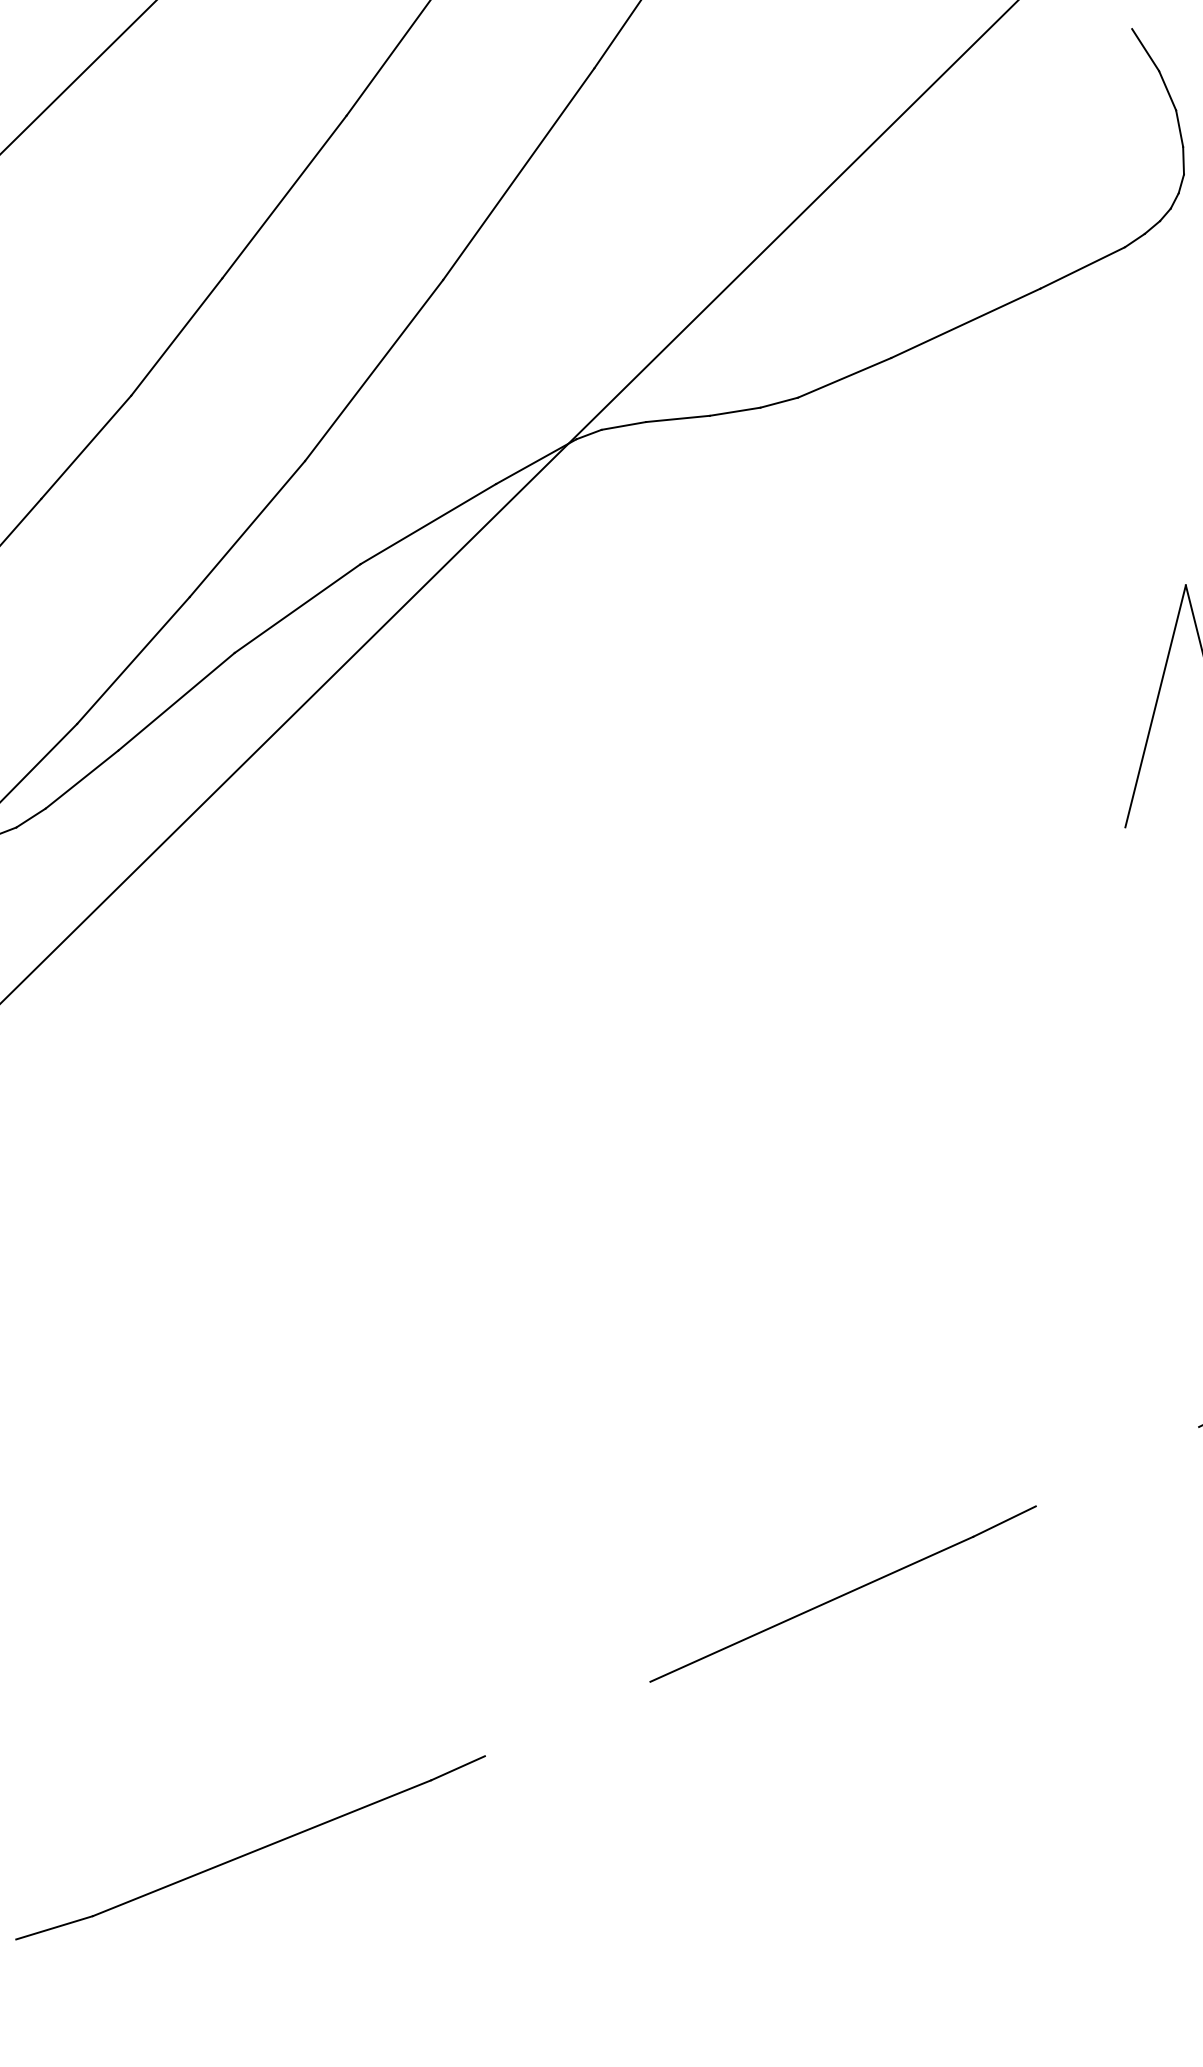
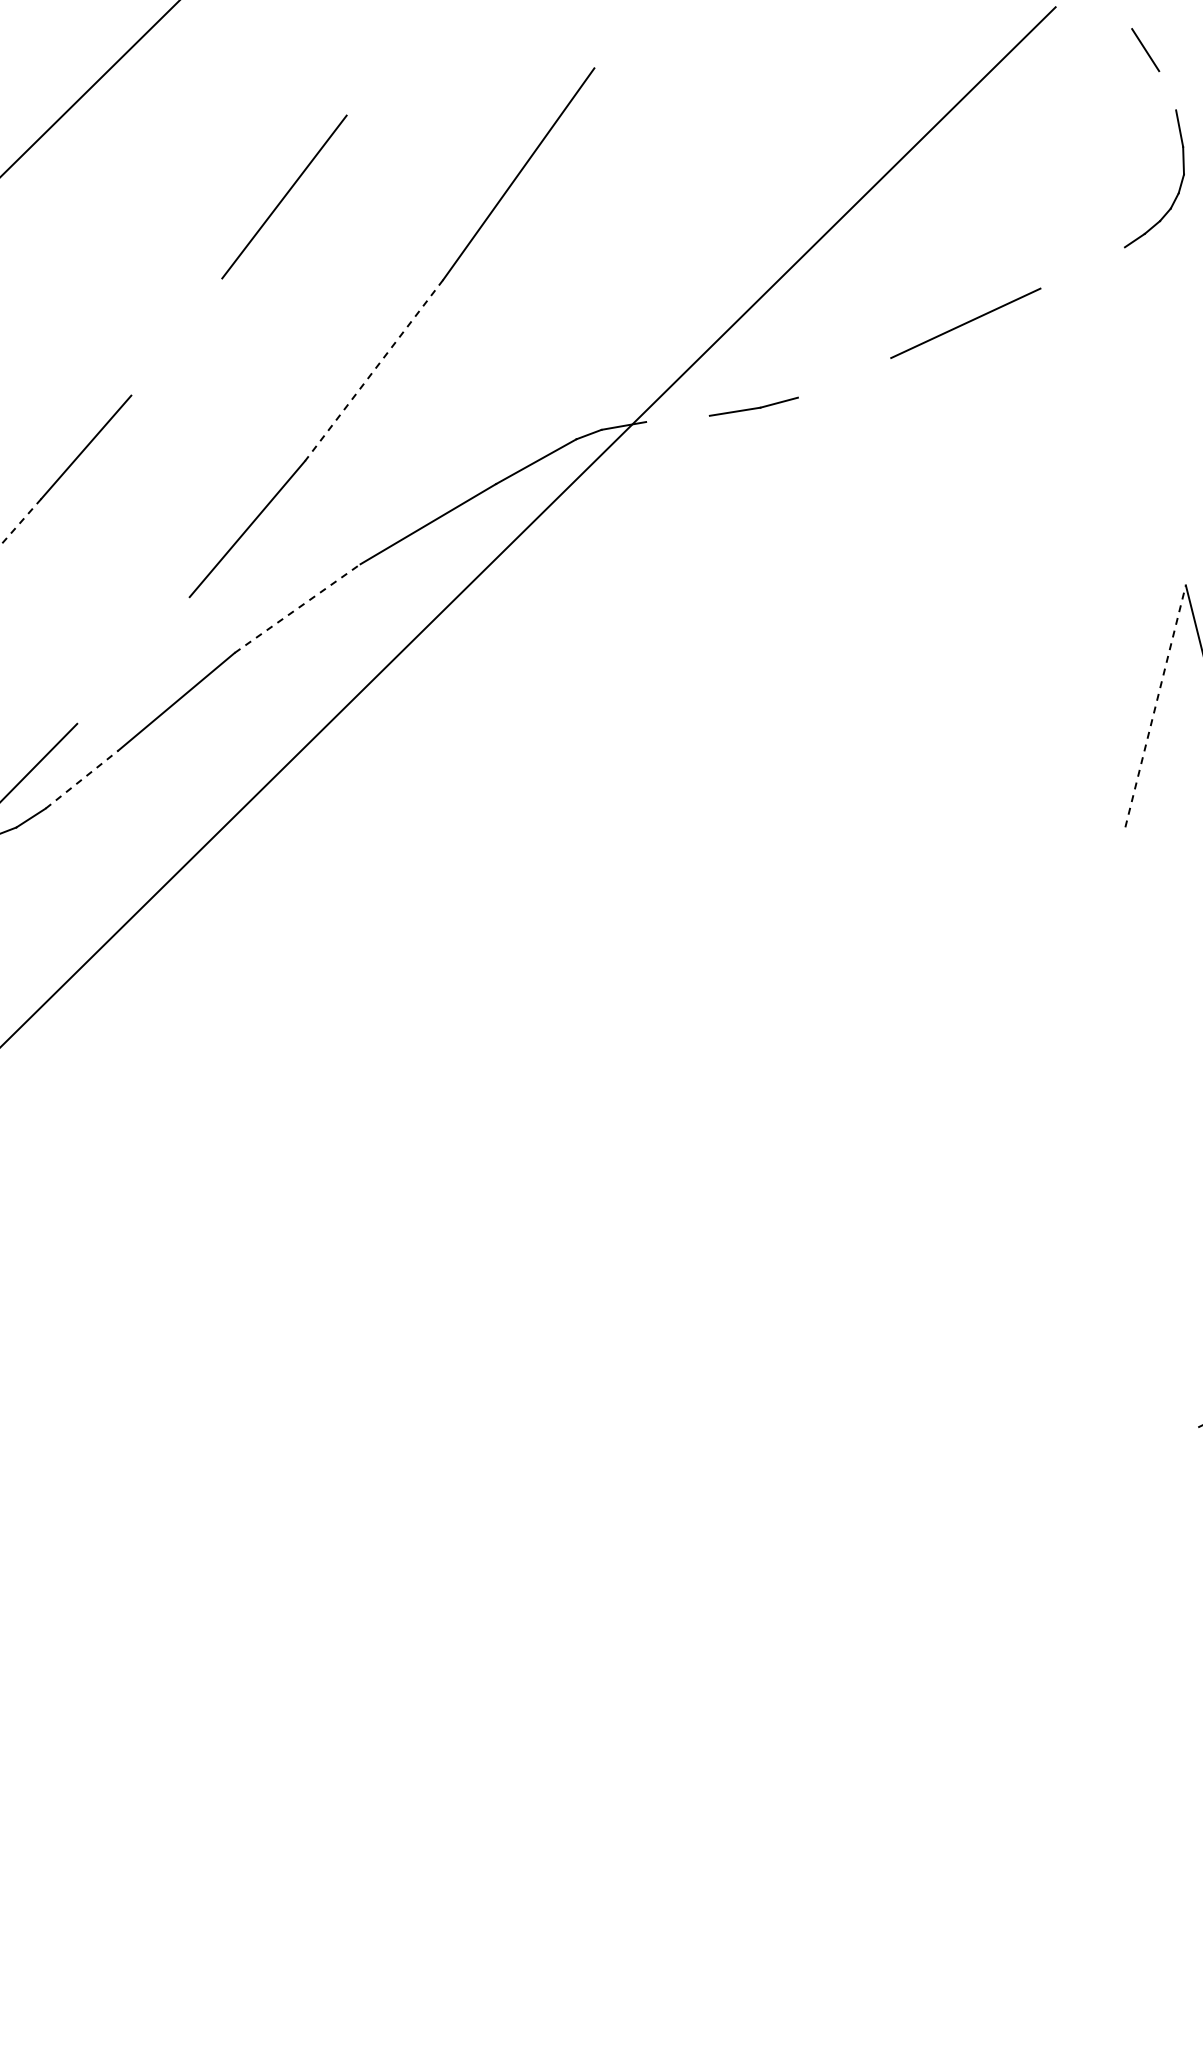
line at (616, 35): present -> none
line at (387, 58): present -> none
line at (78, 77) position: (78, 77) -> (90, 88)
line at (1167, 90): present -> none
line at (1082, 267): present -> none
line at (176, 336): present -> none
line at (374, 370): solid -> dashed
line at (844, 377): present -> none
line at (677, 418): present -> none
line at (509, 501) position: (509, 501) -> (528, 526)
line at (20, 522): solid -> dashed
line at (297, 608): solid -> dashed
line at (133, 660): present -> none
line at (1155, 706): solid -> dashed
line at (82, 779): solid -> dashed
part at (842, 1593): present -> none
part at (250, 1847): present -> none
